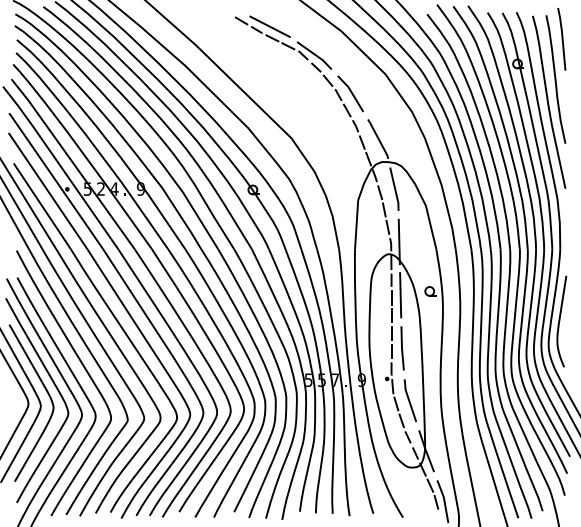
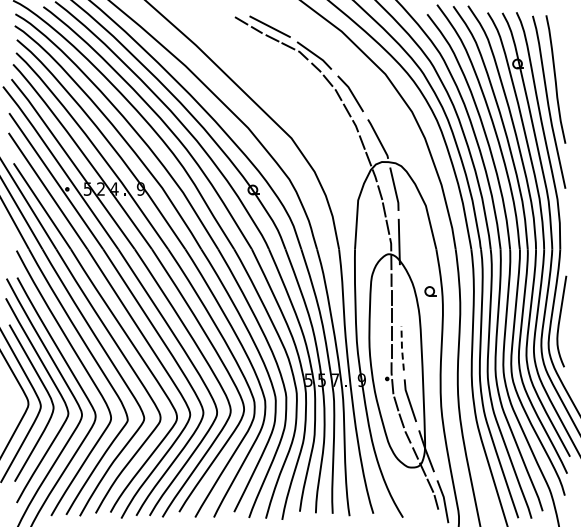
line at (561, 39): present -> none
line at (400, 295): present -> none
line at (401, 348): solid -> dashed
